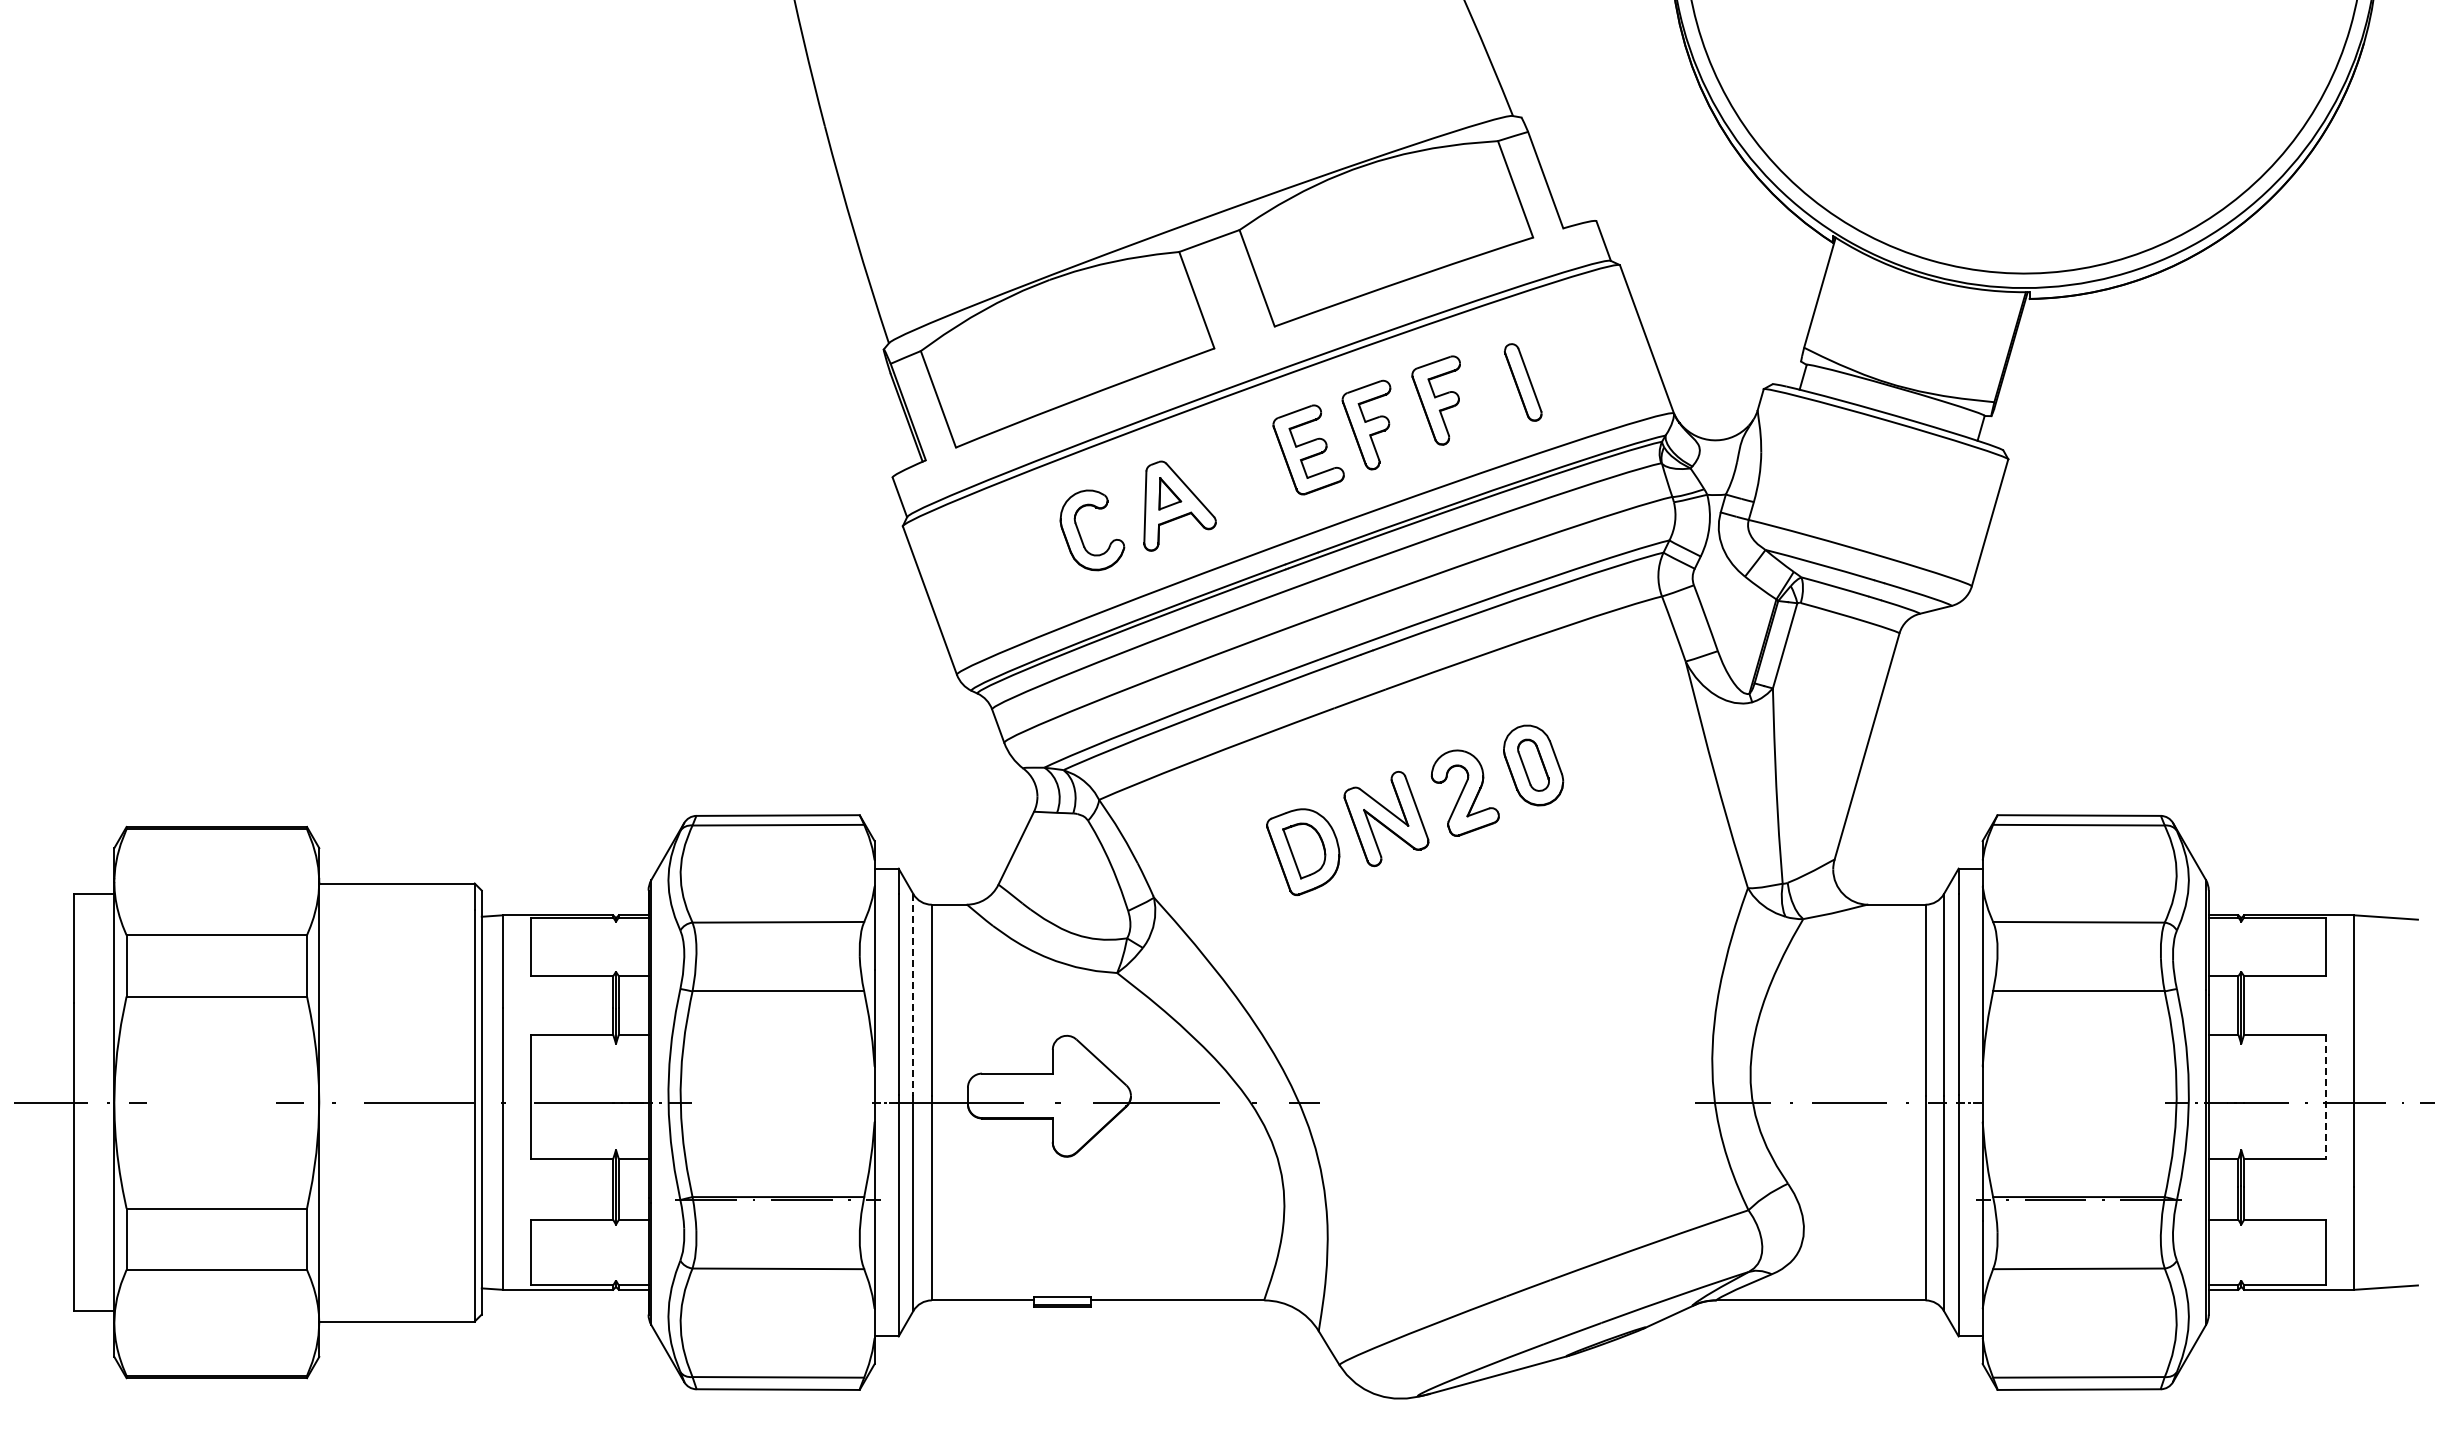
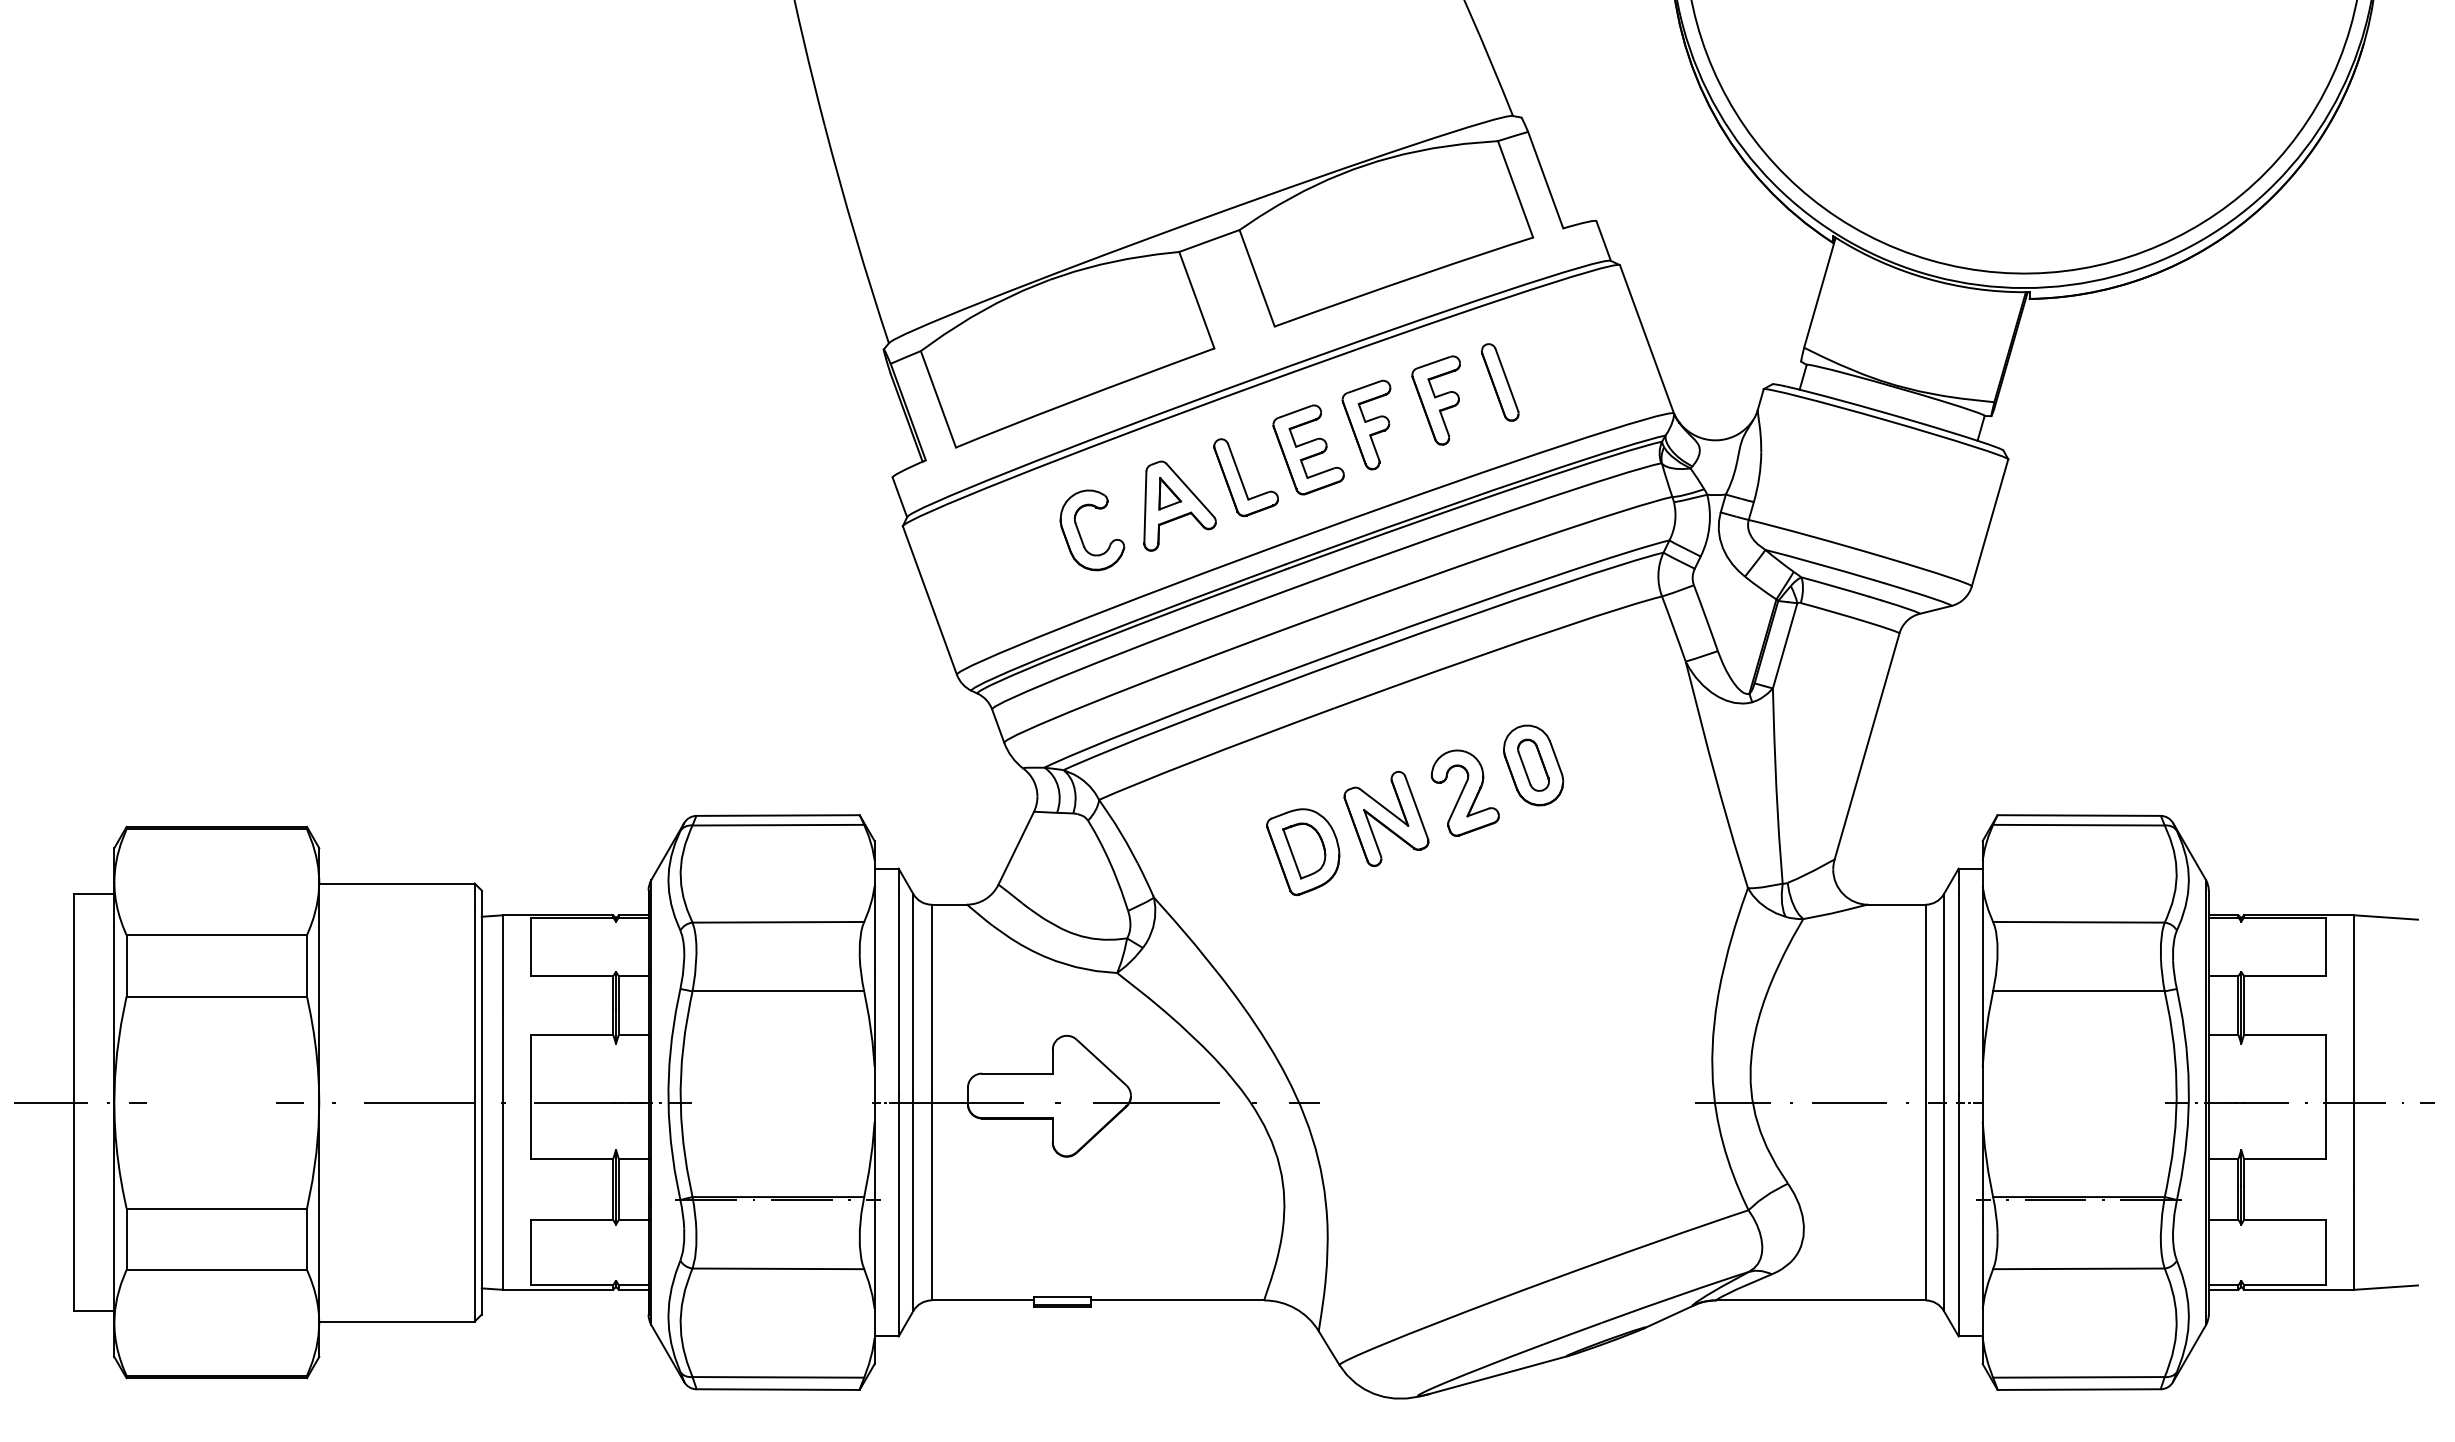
part at (1522, 382) position: (1522, 382) -> (1499, 382)
part at (1245, 477): none -> present
line at (913, 995): dashed -> solid
line at (2326, 1097): dashed -> solid
